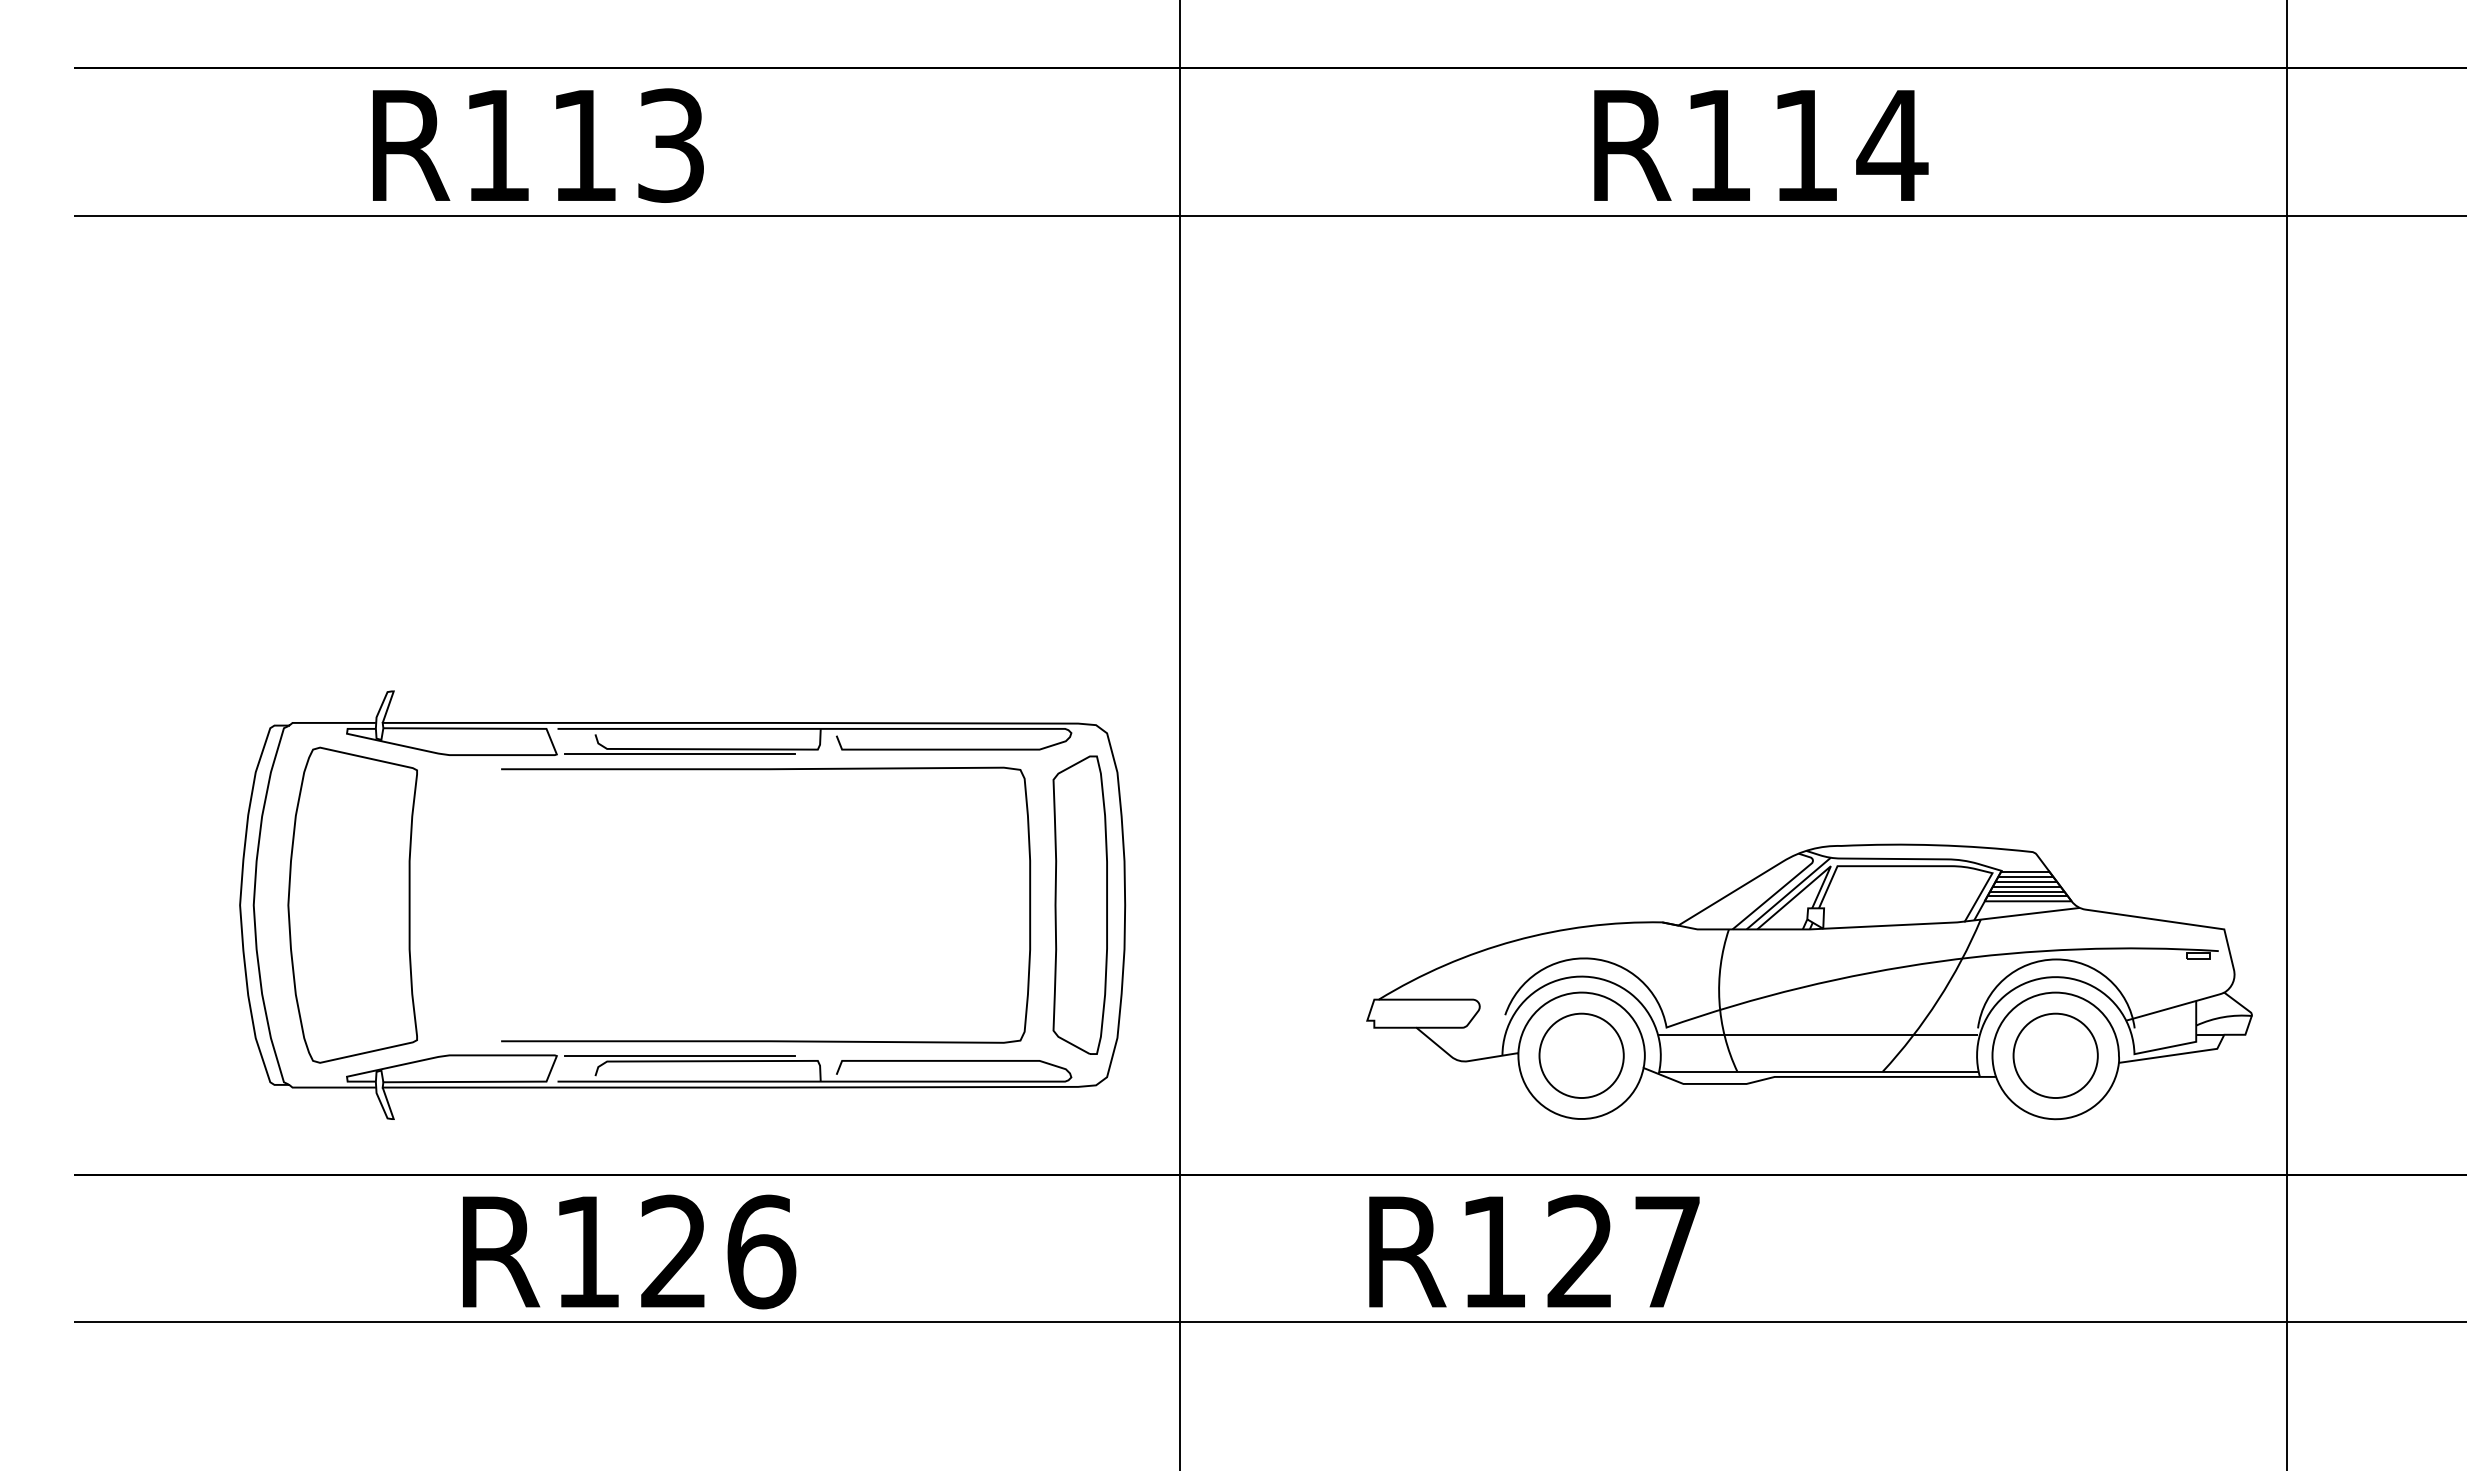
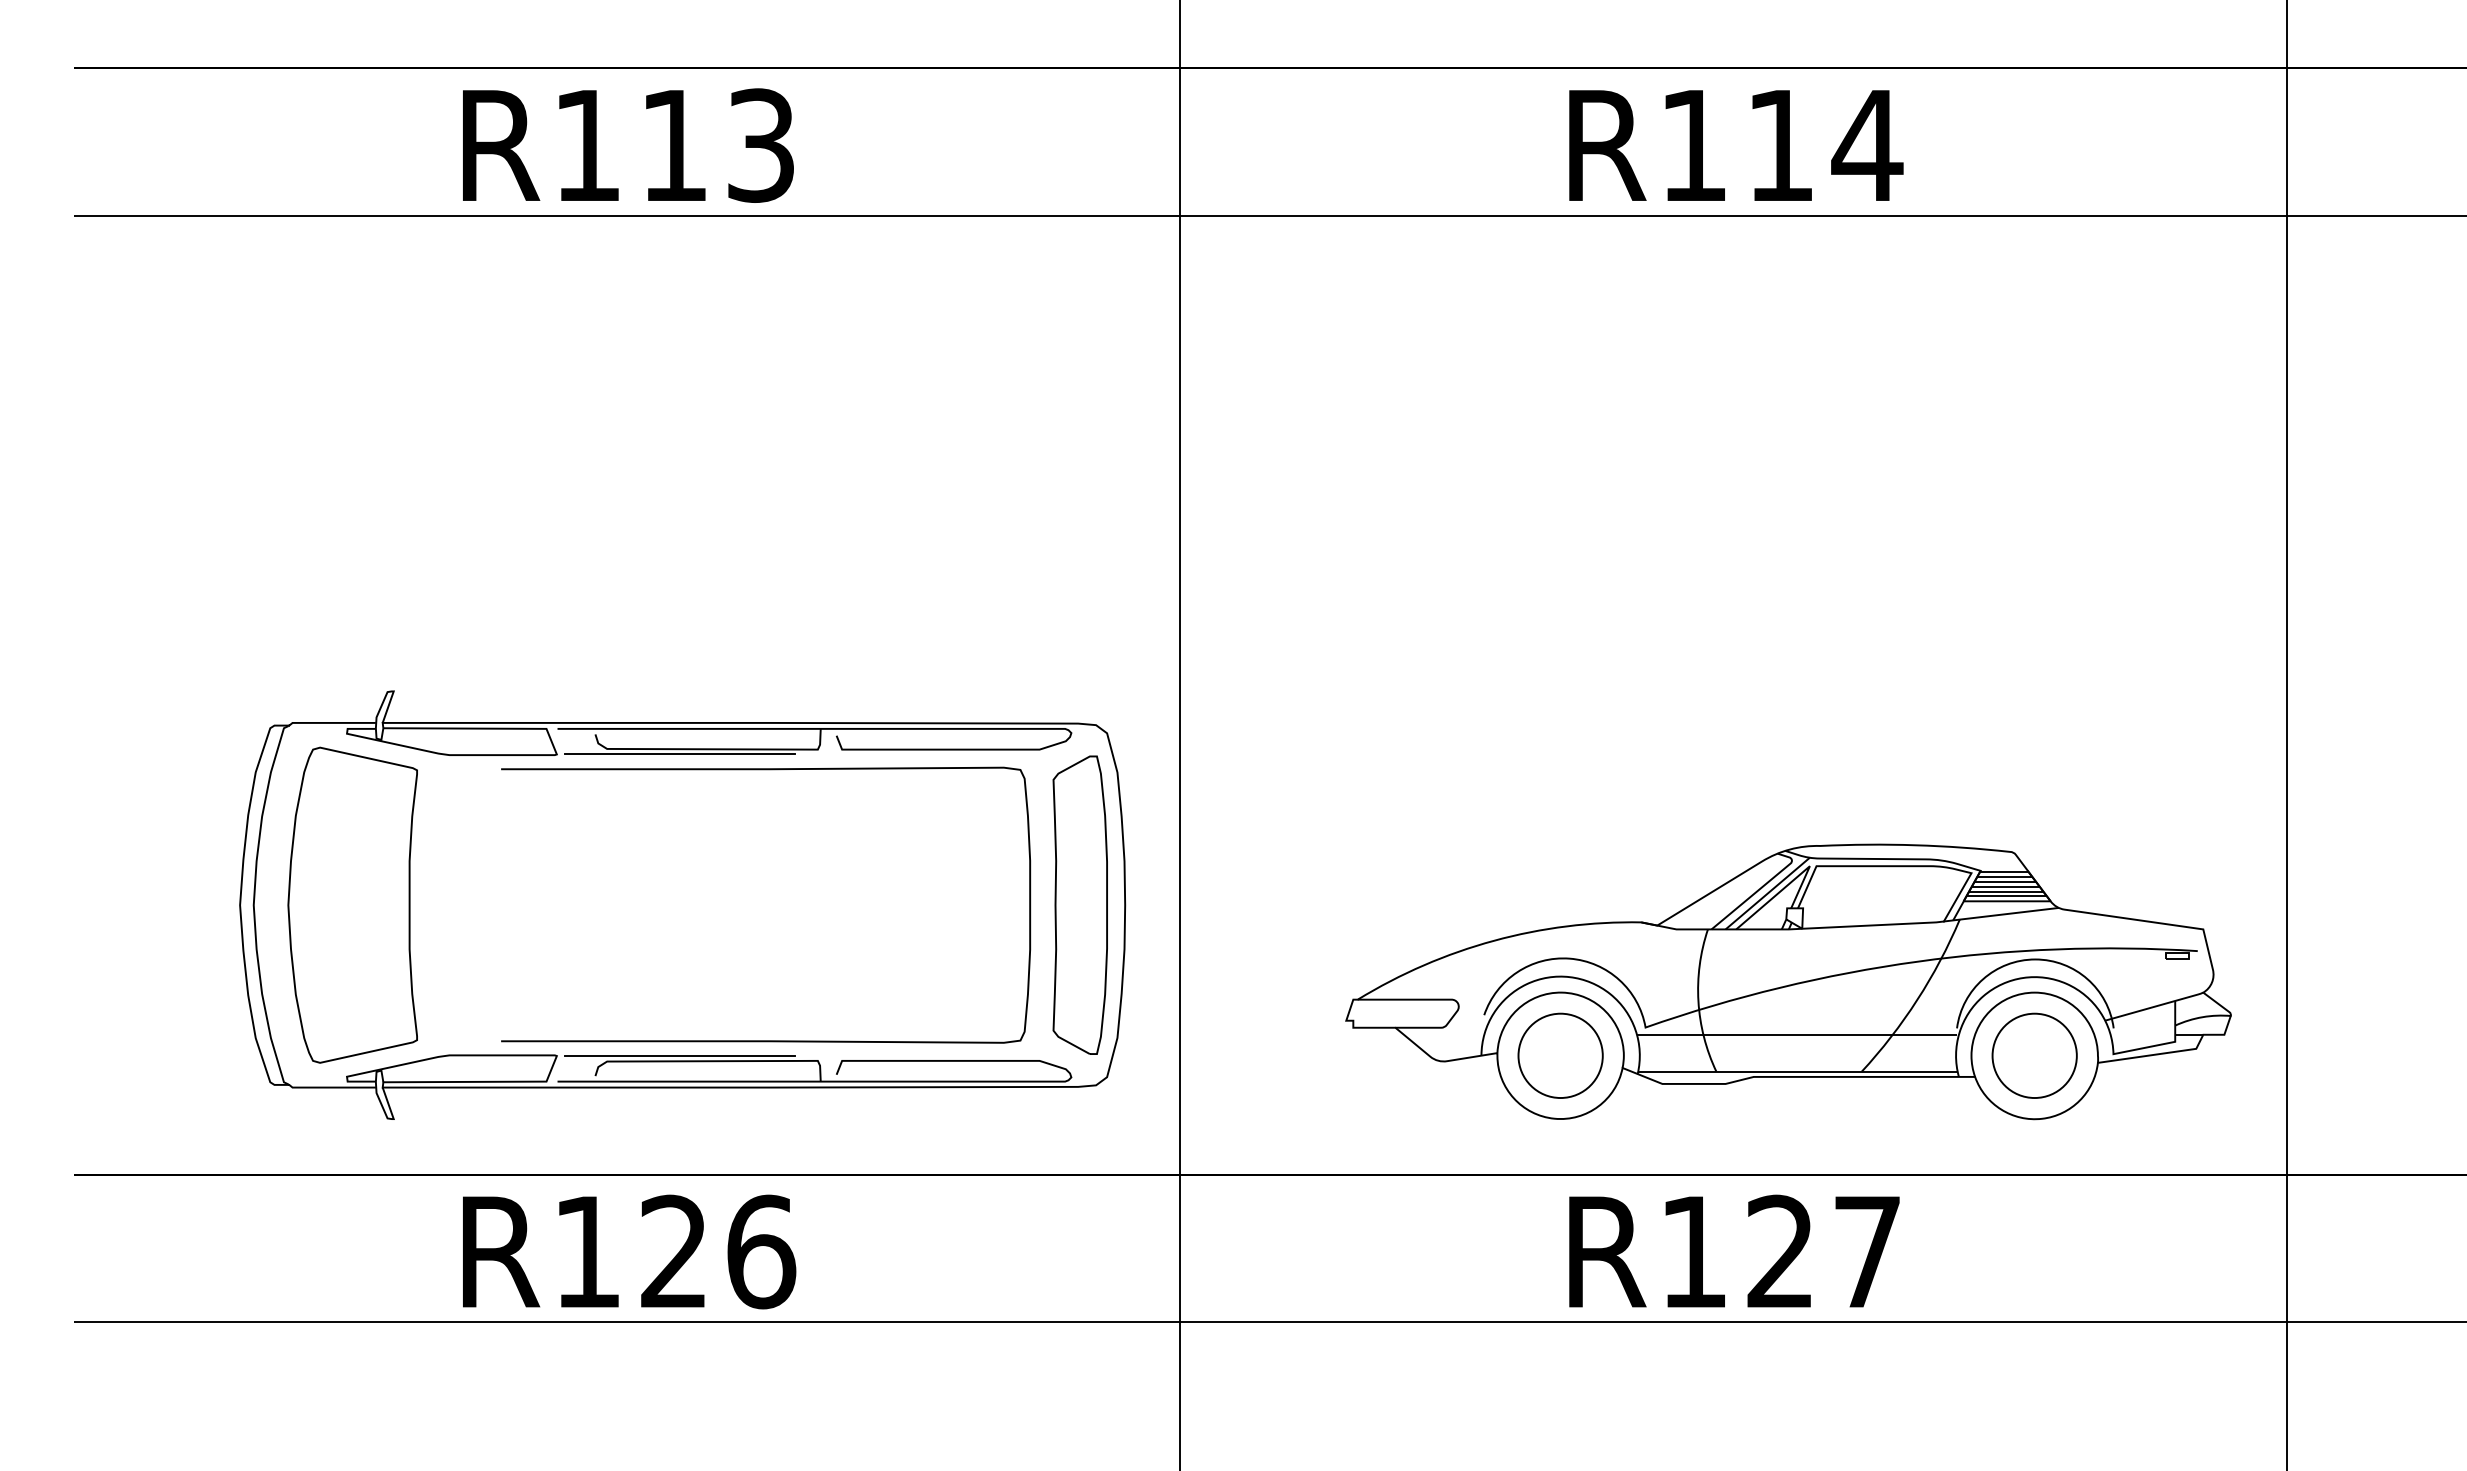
text at (538, 145) position: (538, 145) -> (628, 145)
text at (1761, 145) position: (1761, 145) -> (1736, 145)
part at (1809, 981) position: (1809, 981) -> (1788, 981)
text at (1534, 1250) position: (1534, 1250) -> (1734, 1250)
